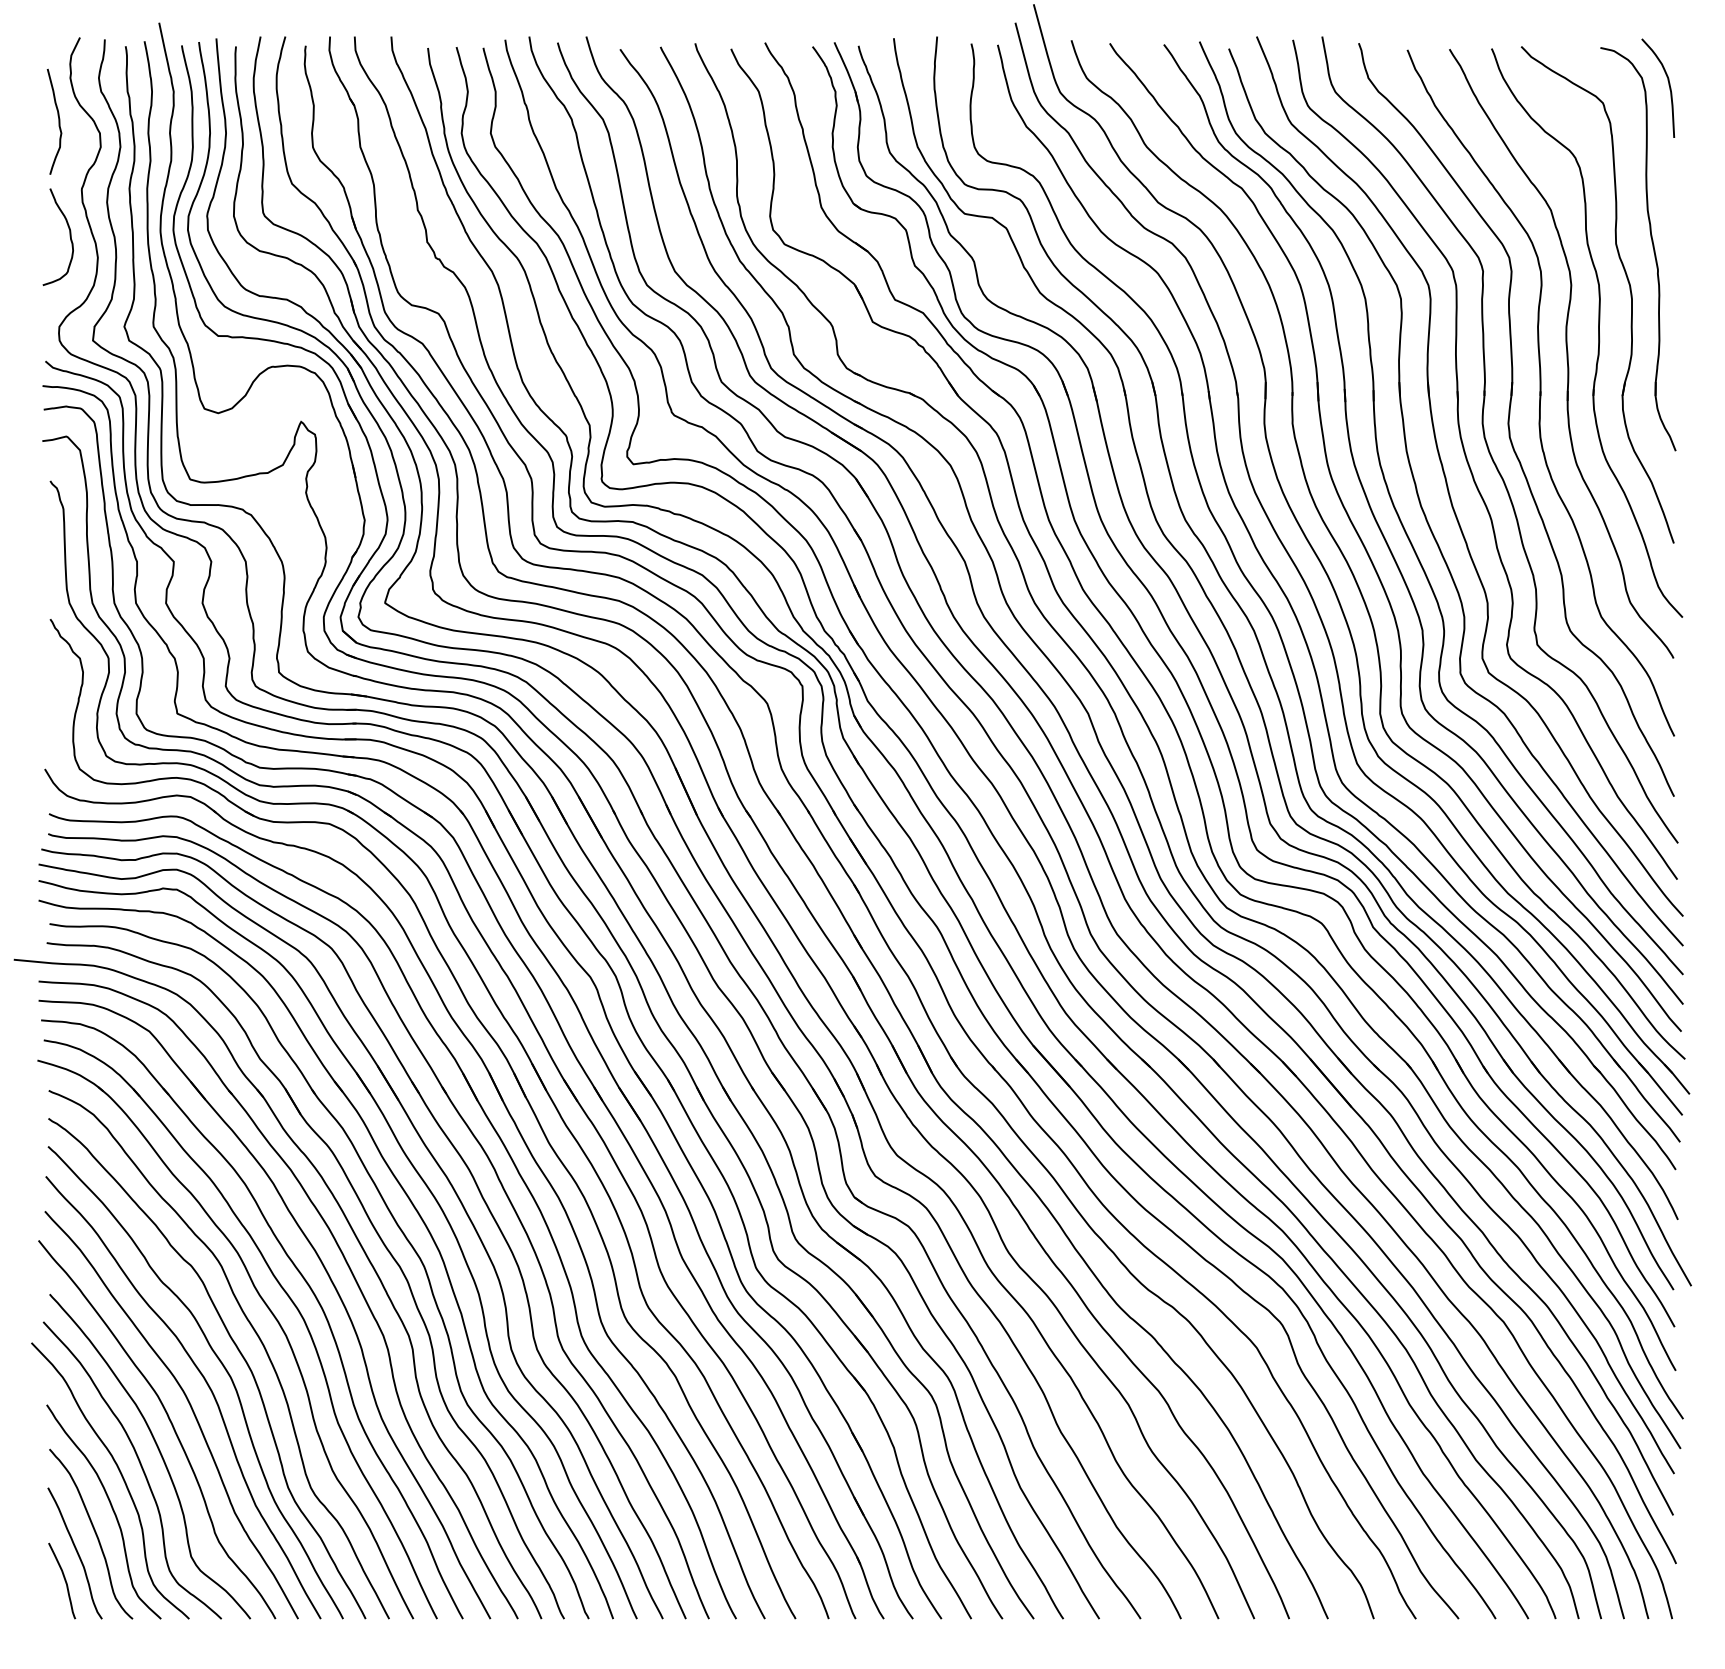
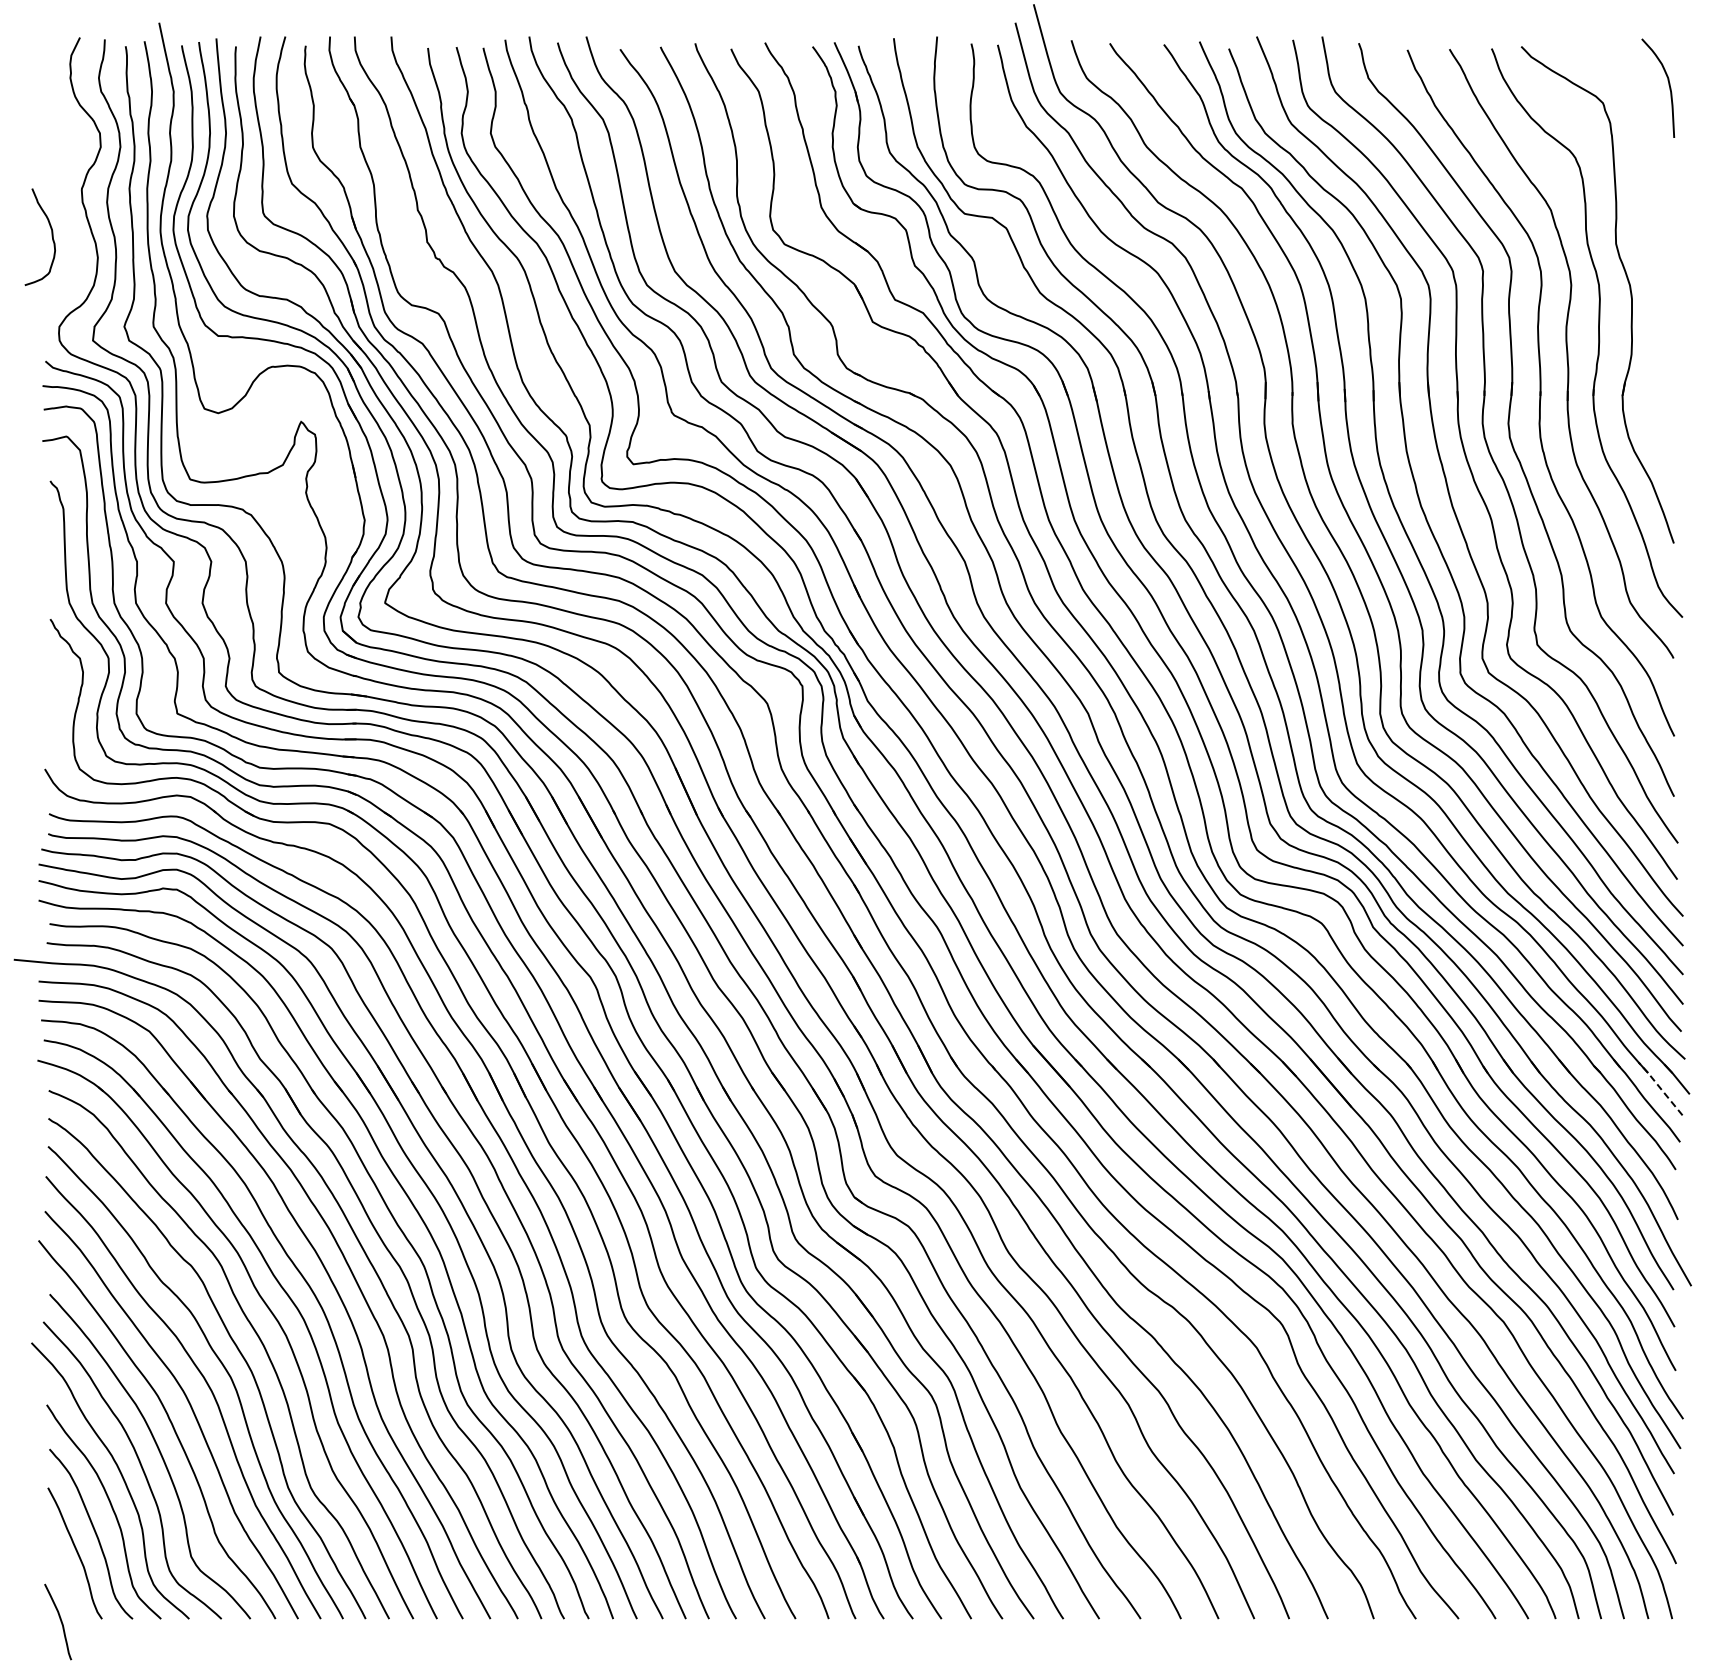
curve at (58, 121): present -> none
curve at (69, 236) position: (69, 236) -> (51, 236)
part at (1652, 247): present -> none
line at (1660, 1088): solid -> dashed
curve at (64, 1580) position: (64, 1580) -> (60, 1621)
